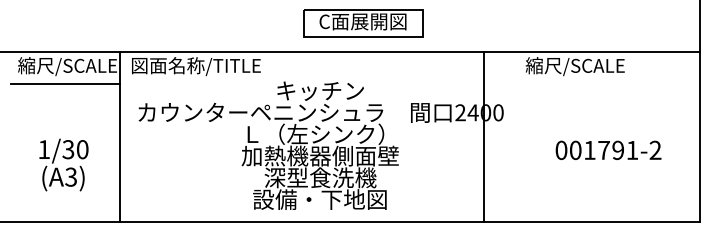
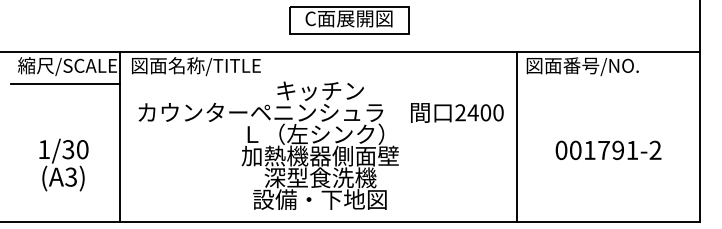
part at (363, 23) position: (363, 23) -> (349, 20)
text at (581, 66): 縮尺/SCALE -> 図面番号/NO.
line at (483, 136) position: (483, 136) -> (516, 136)
